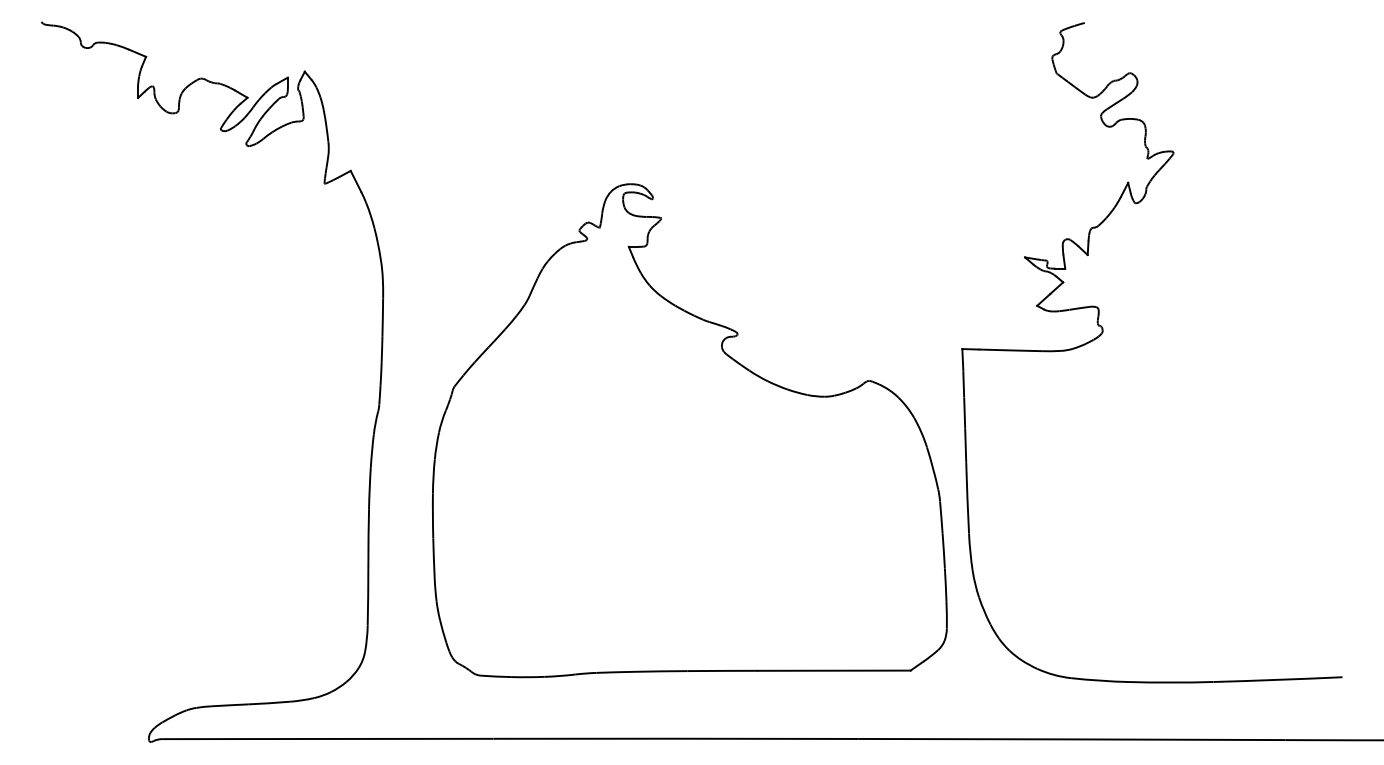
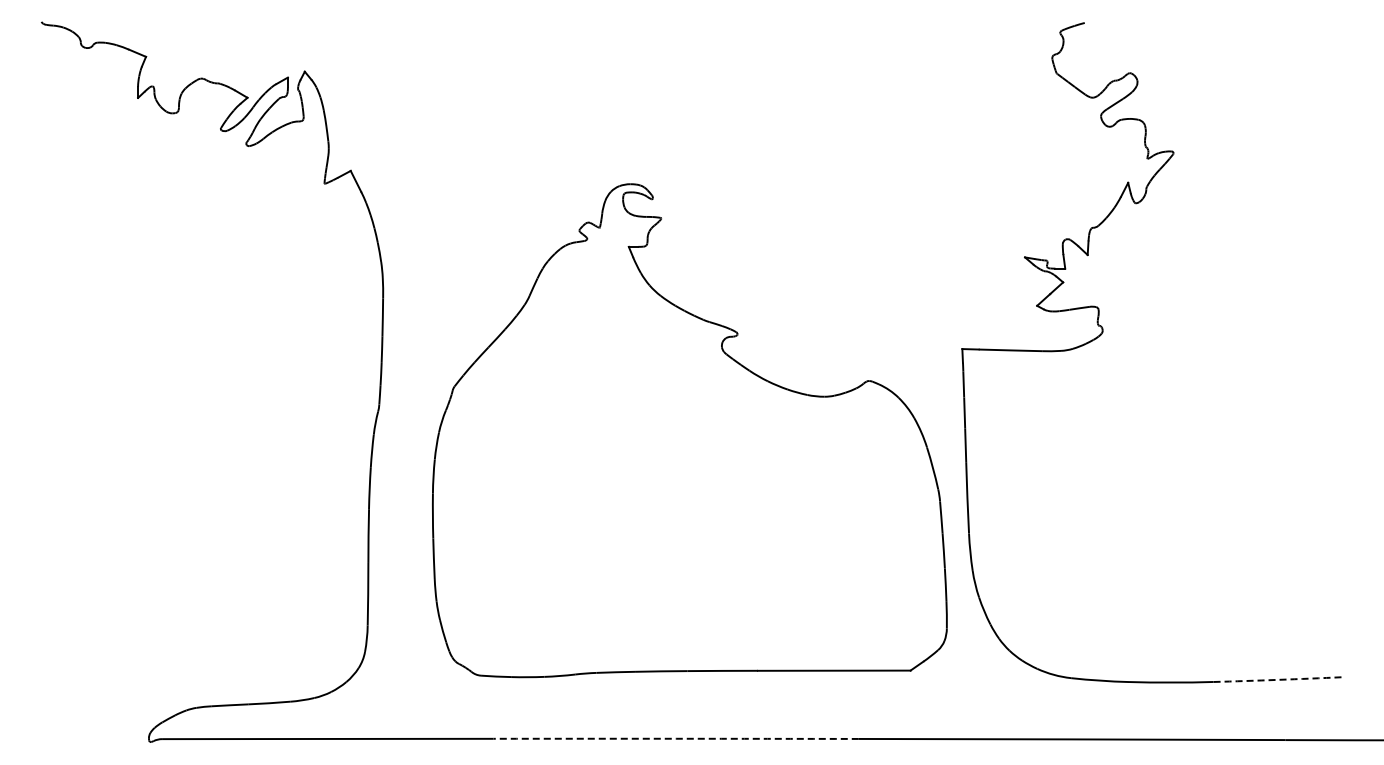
arc at (1278, 679): solid -> dashed
arc at (676, 738): solid -> dashed
